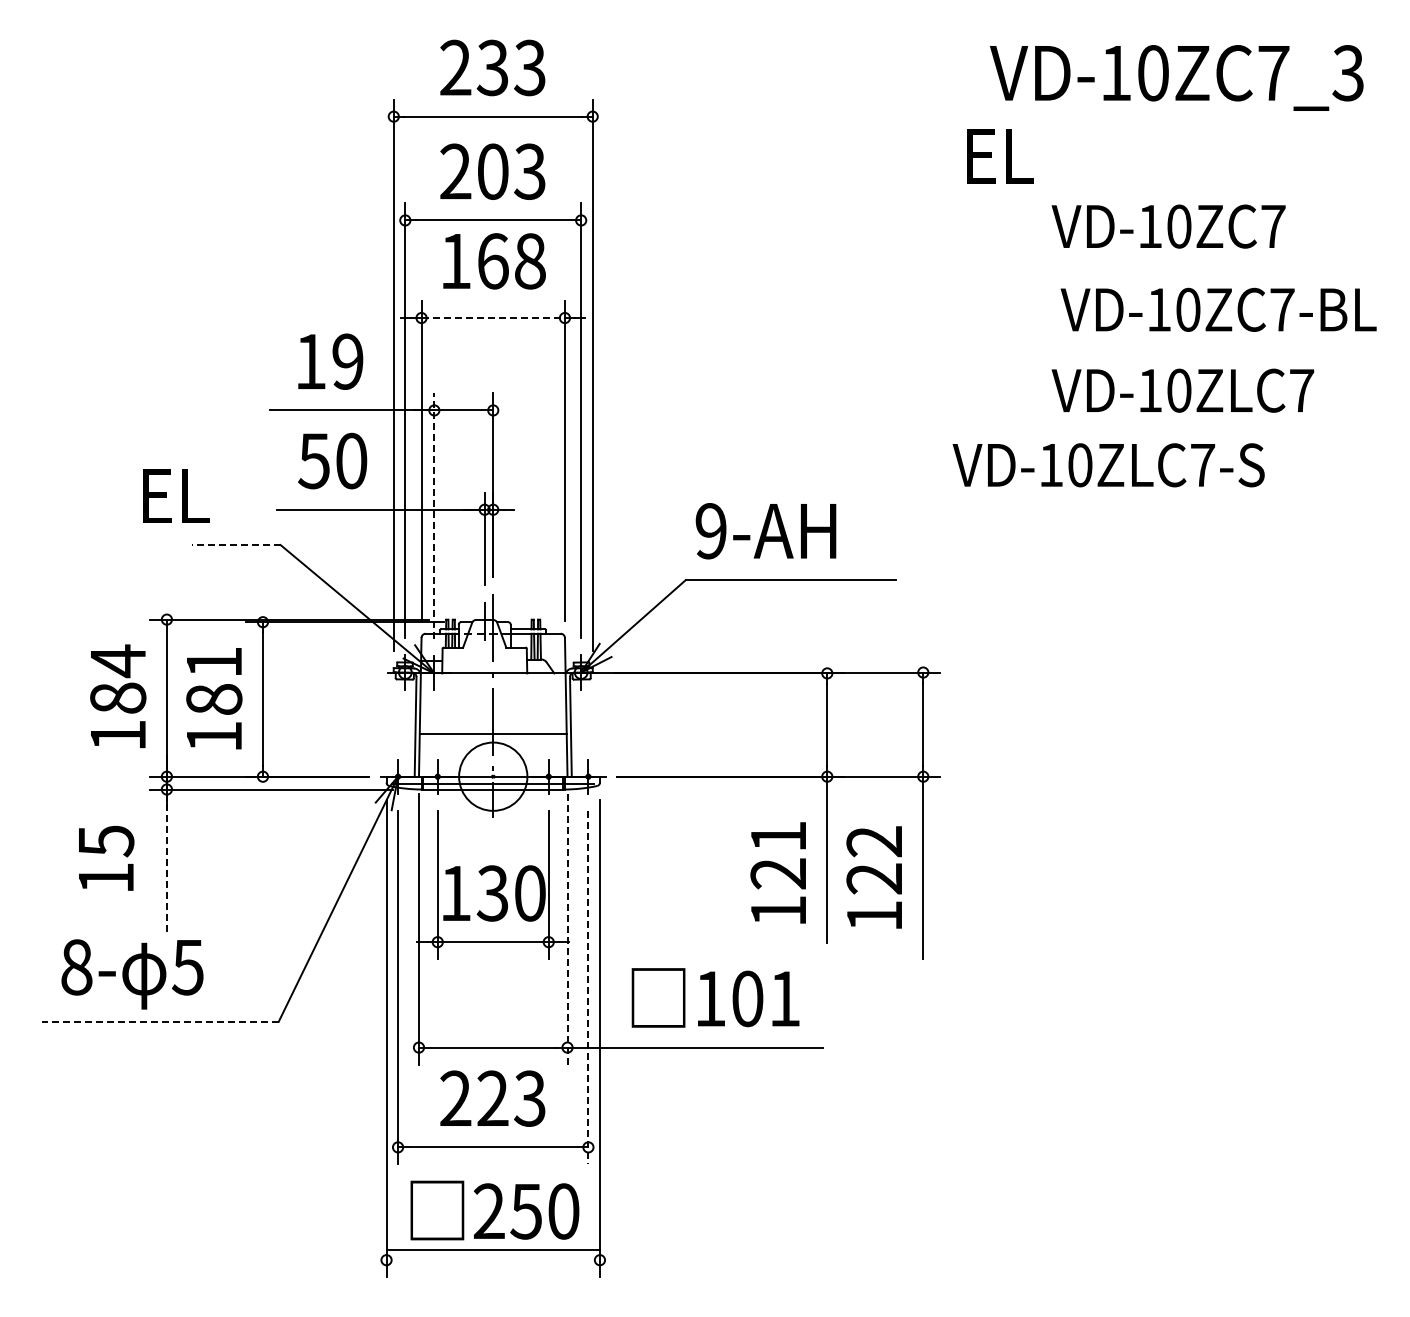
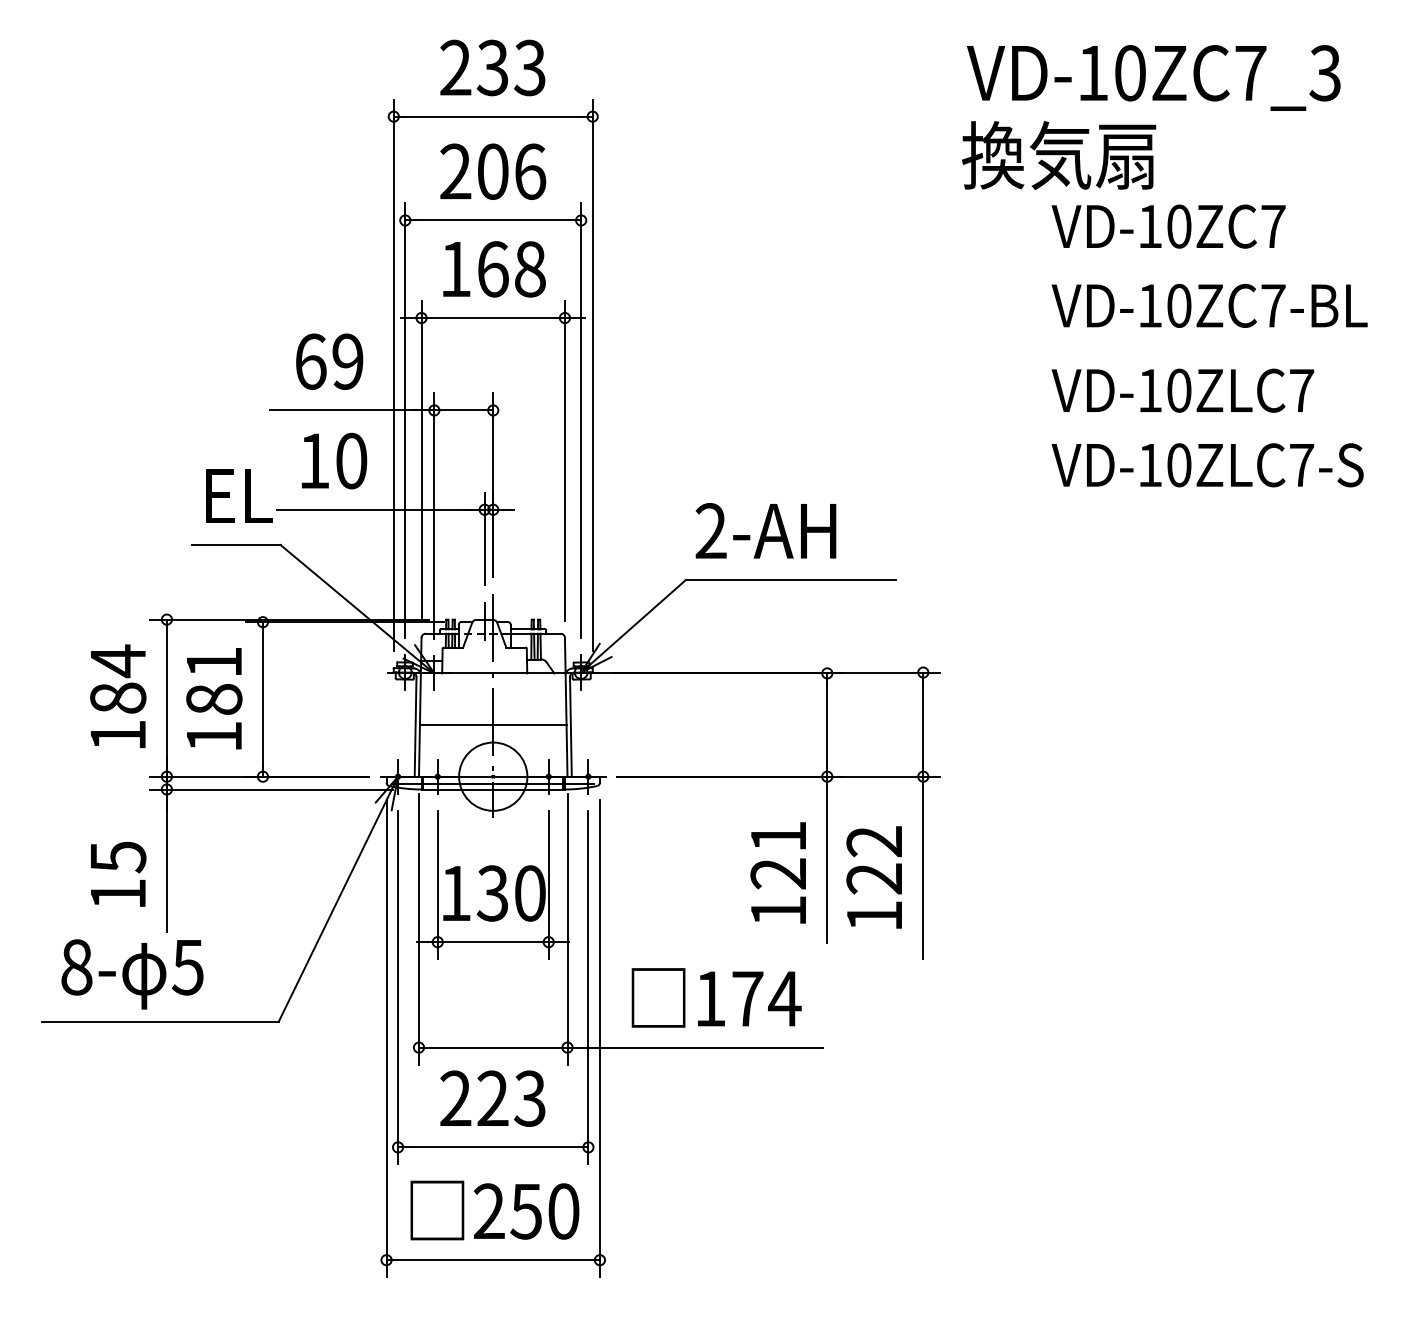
text at (1176, 77) position: (1176, 77) -> (1153, 77)
text at (1059, 155): EL -> 換気扇
text at (530, 171): 203 -> 206
text at (494, 261) position: (494, 261) -> (494, 269)
text at (1218, 309) position: (1218, 309) -> (1209, 305)
line at (493, 318): dashed -> solid
text at (311, 361): 19 -> 69
text at (313, 461): 50 -> 10
text at (1108, 465) position: (1108, 465) -> (1207, 465)
text at (176, 495) position: (176, 495) -> (239, 495)
line at (434, 516): dashed -> solid
text at (710, 531): 9-AH -> 2-AH
line at (235, 545): dashed -> solid
line at (492, 734) position: (492, 734) -> (492, 725)
text at (106, 857) position: (106, 857) -> (118, 873)
line at (166, 860): dashed -> solid
line at (567, 929): dashed -> solid
line at (588, 987): dashed -> solid
text at (766, 998): 101 -> 174
line at (160, 1021): dashed -> solid
line at (492, 1250) position: (492, 1250) -> (492, 1260)
